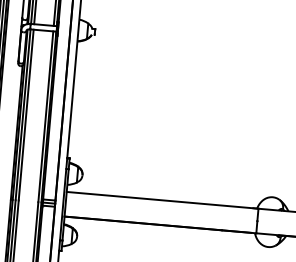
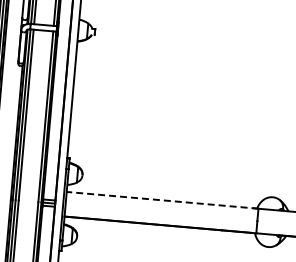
line at (162, 200): solid -> dashed
